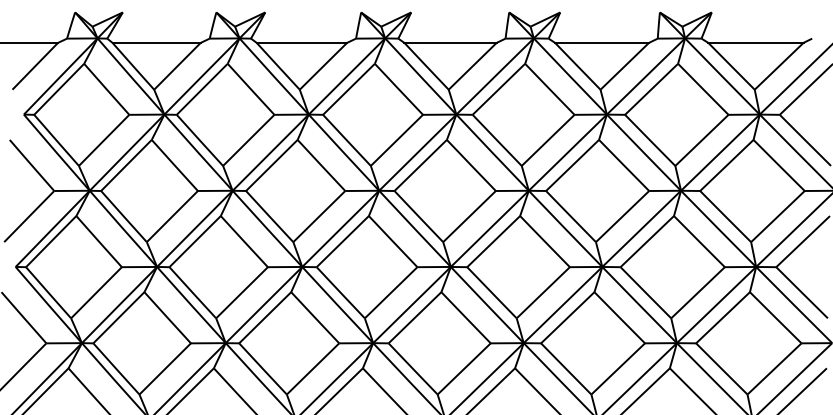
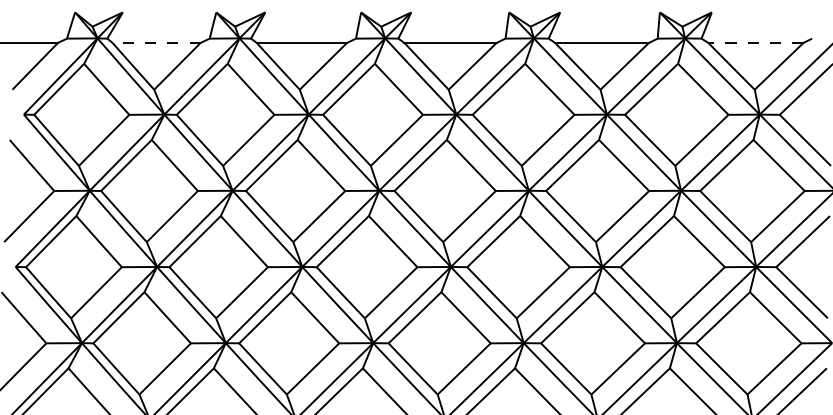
line at (156, 42): solid -> dashed
line at (755, 42): solid -> dashed
